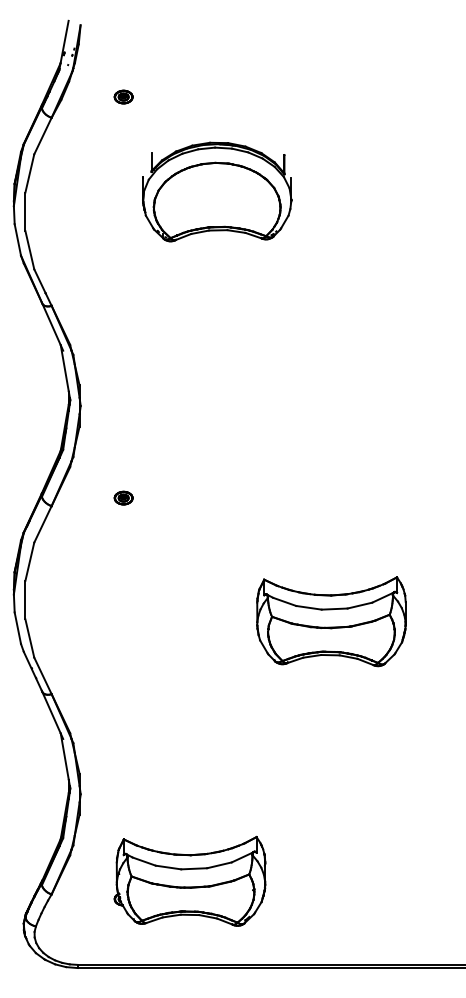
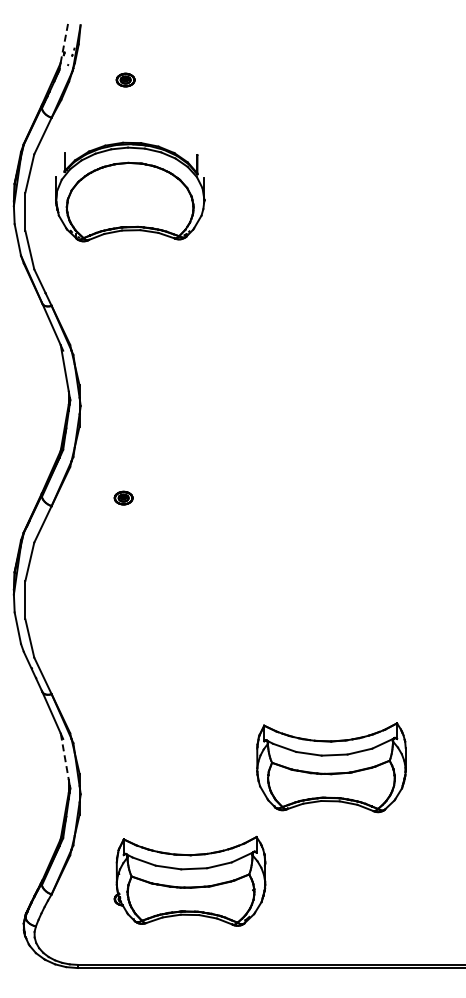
line at (64, 42): solid -> dashed
part at (123, 96) position: (123, 96) -> (125, 79)
part at (217, 191) position: (217, 191) -> (130, 191)
part at (331, 621) position: (331, 621) -> (331, 767)
line at (64, 756): solid -> dashed
